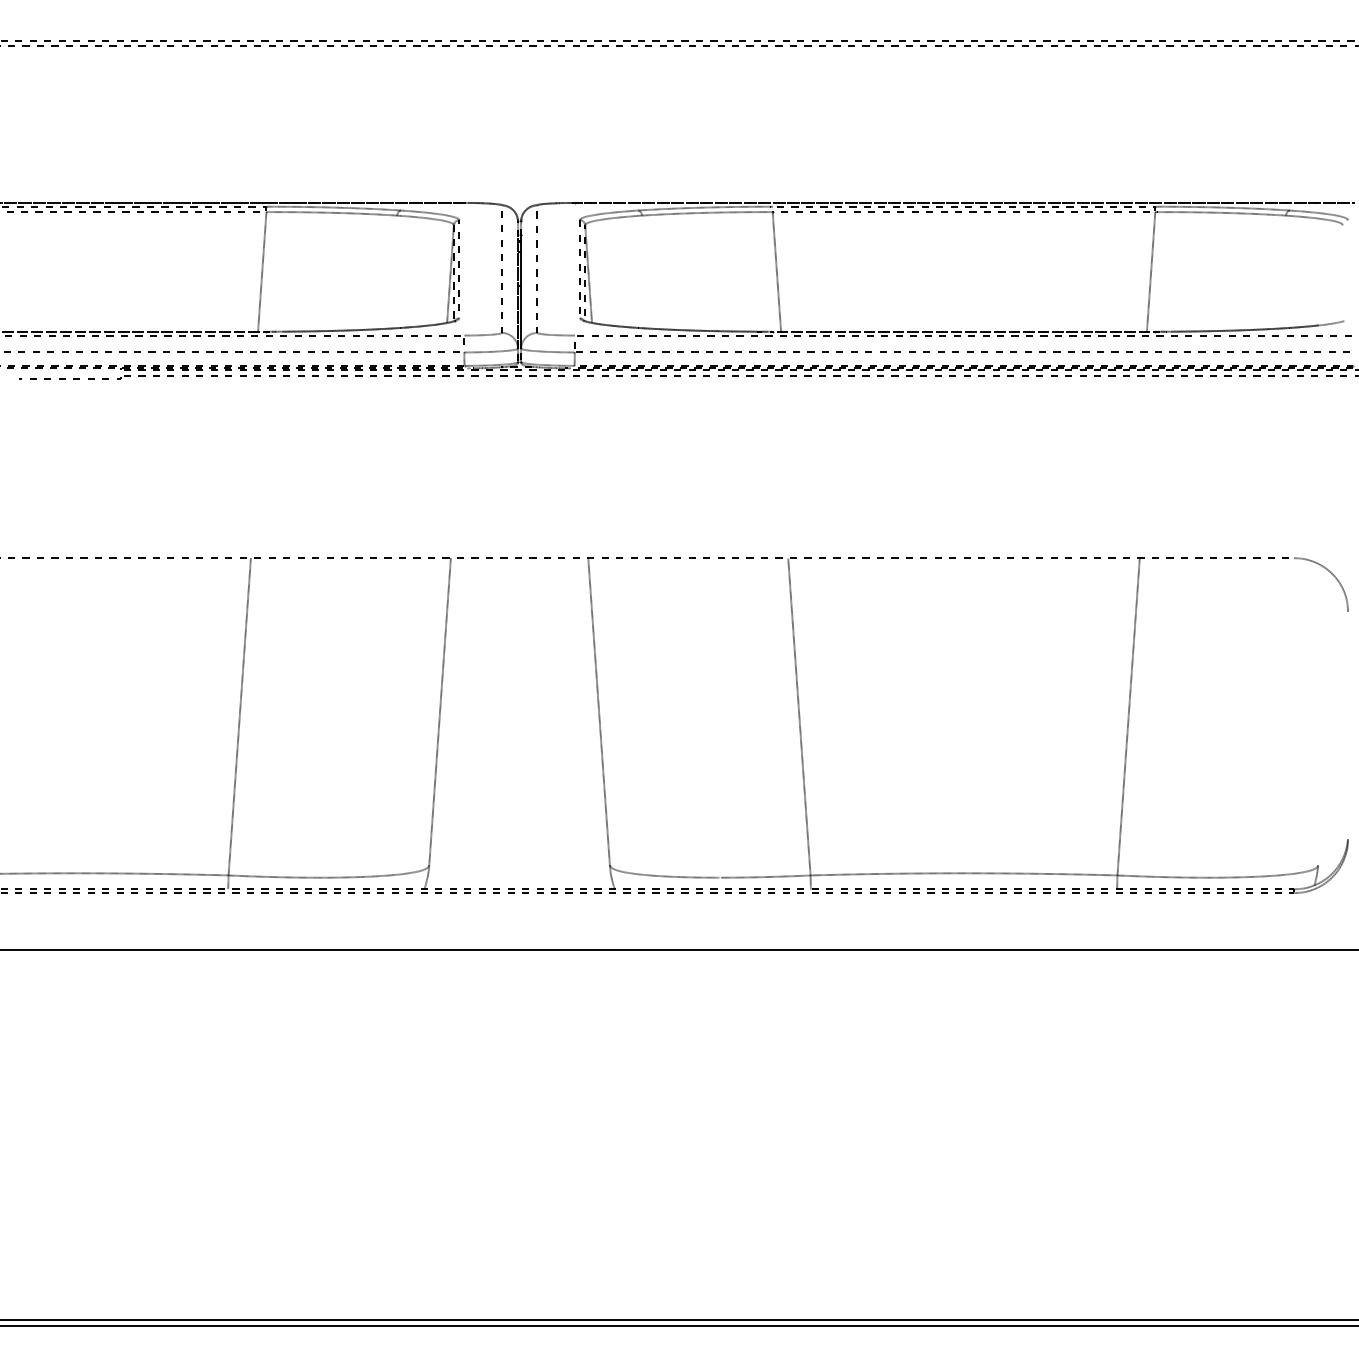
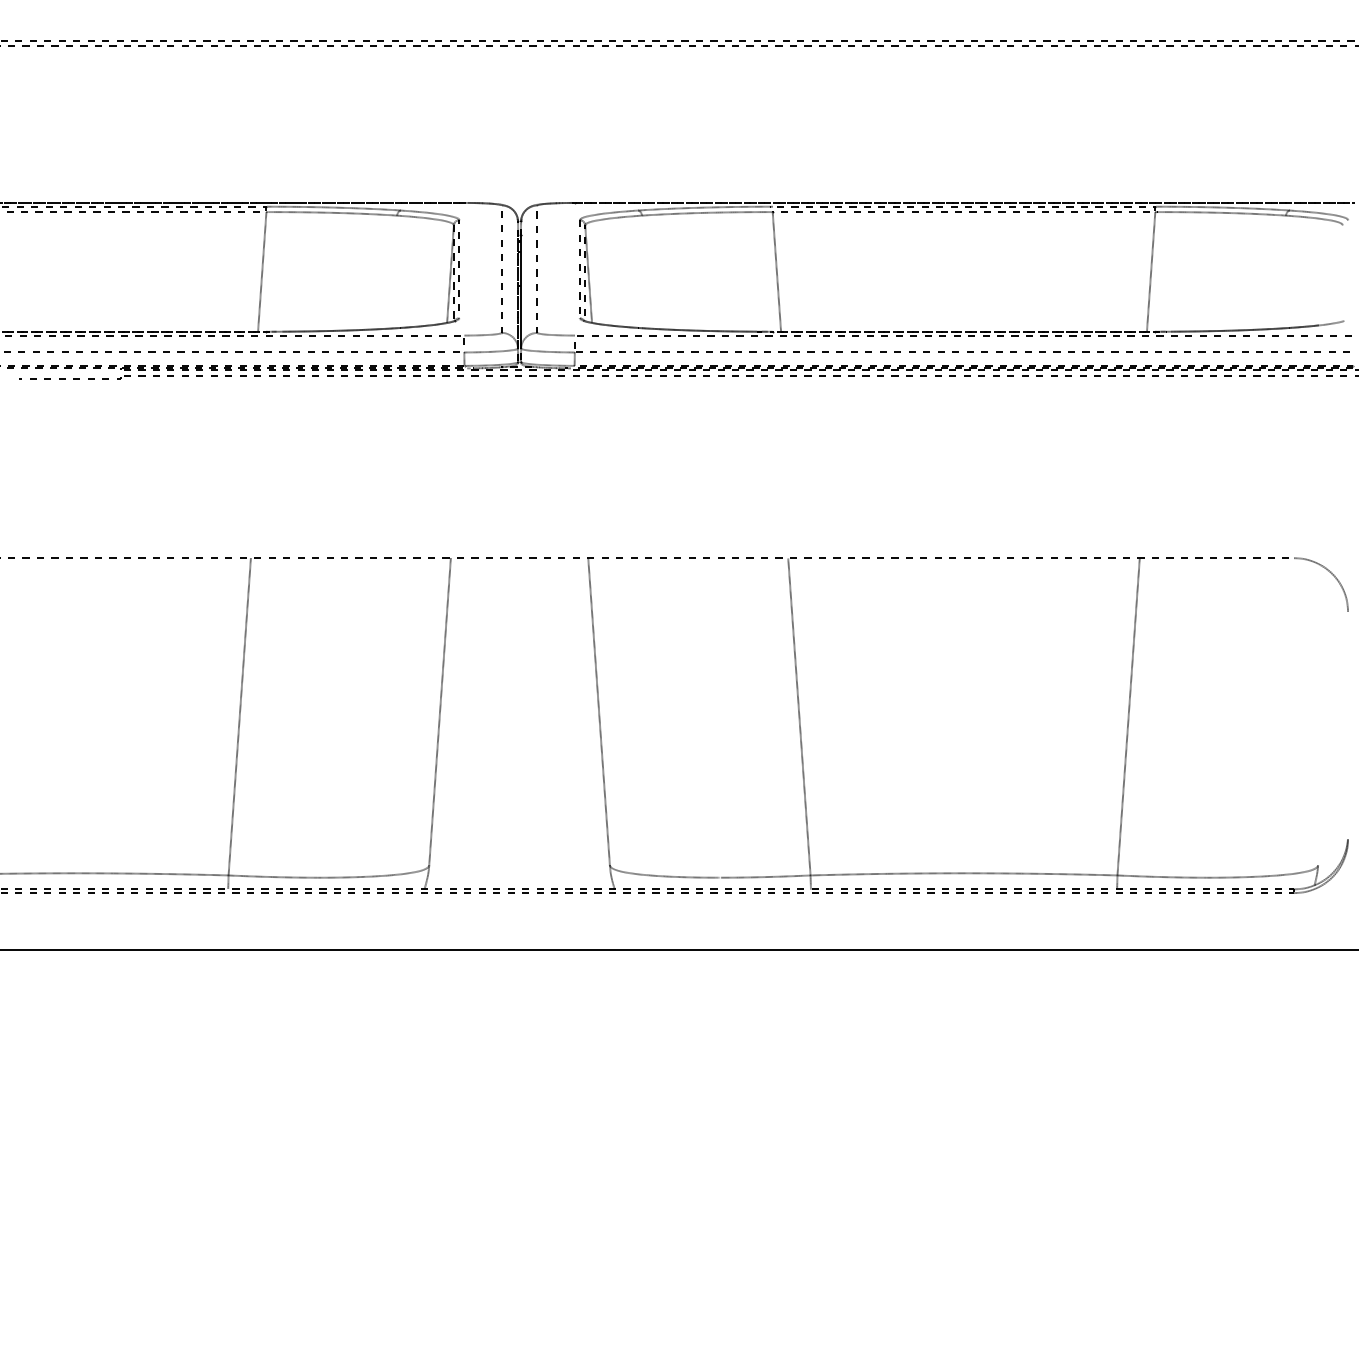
line at (678, 1320): present -> none
line at (678, 1325): present -> none
